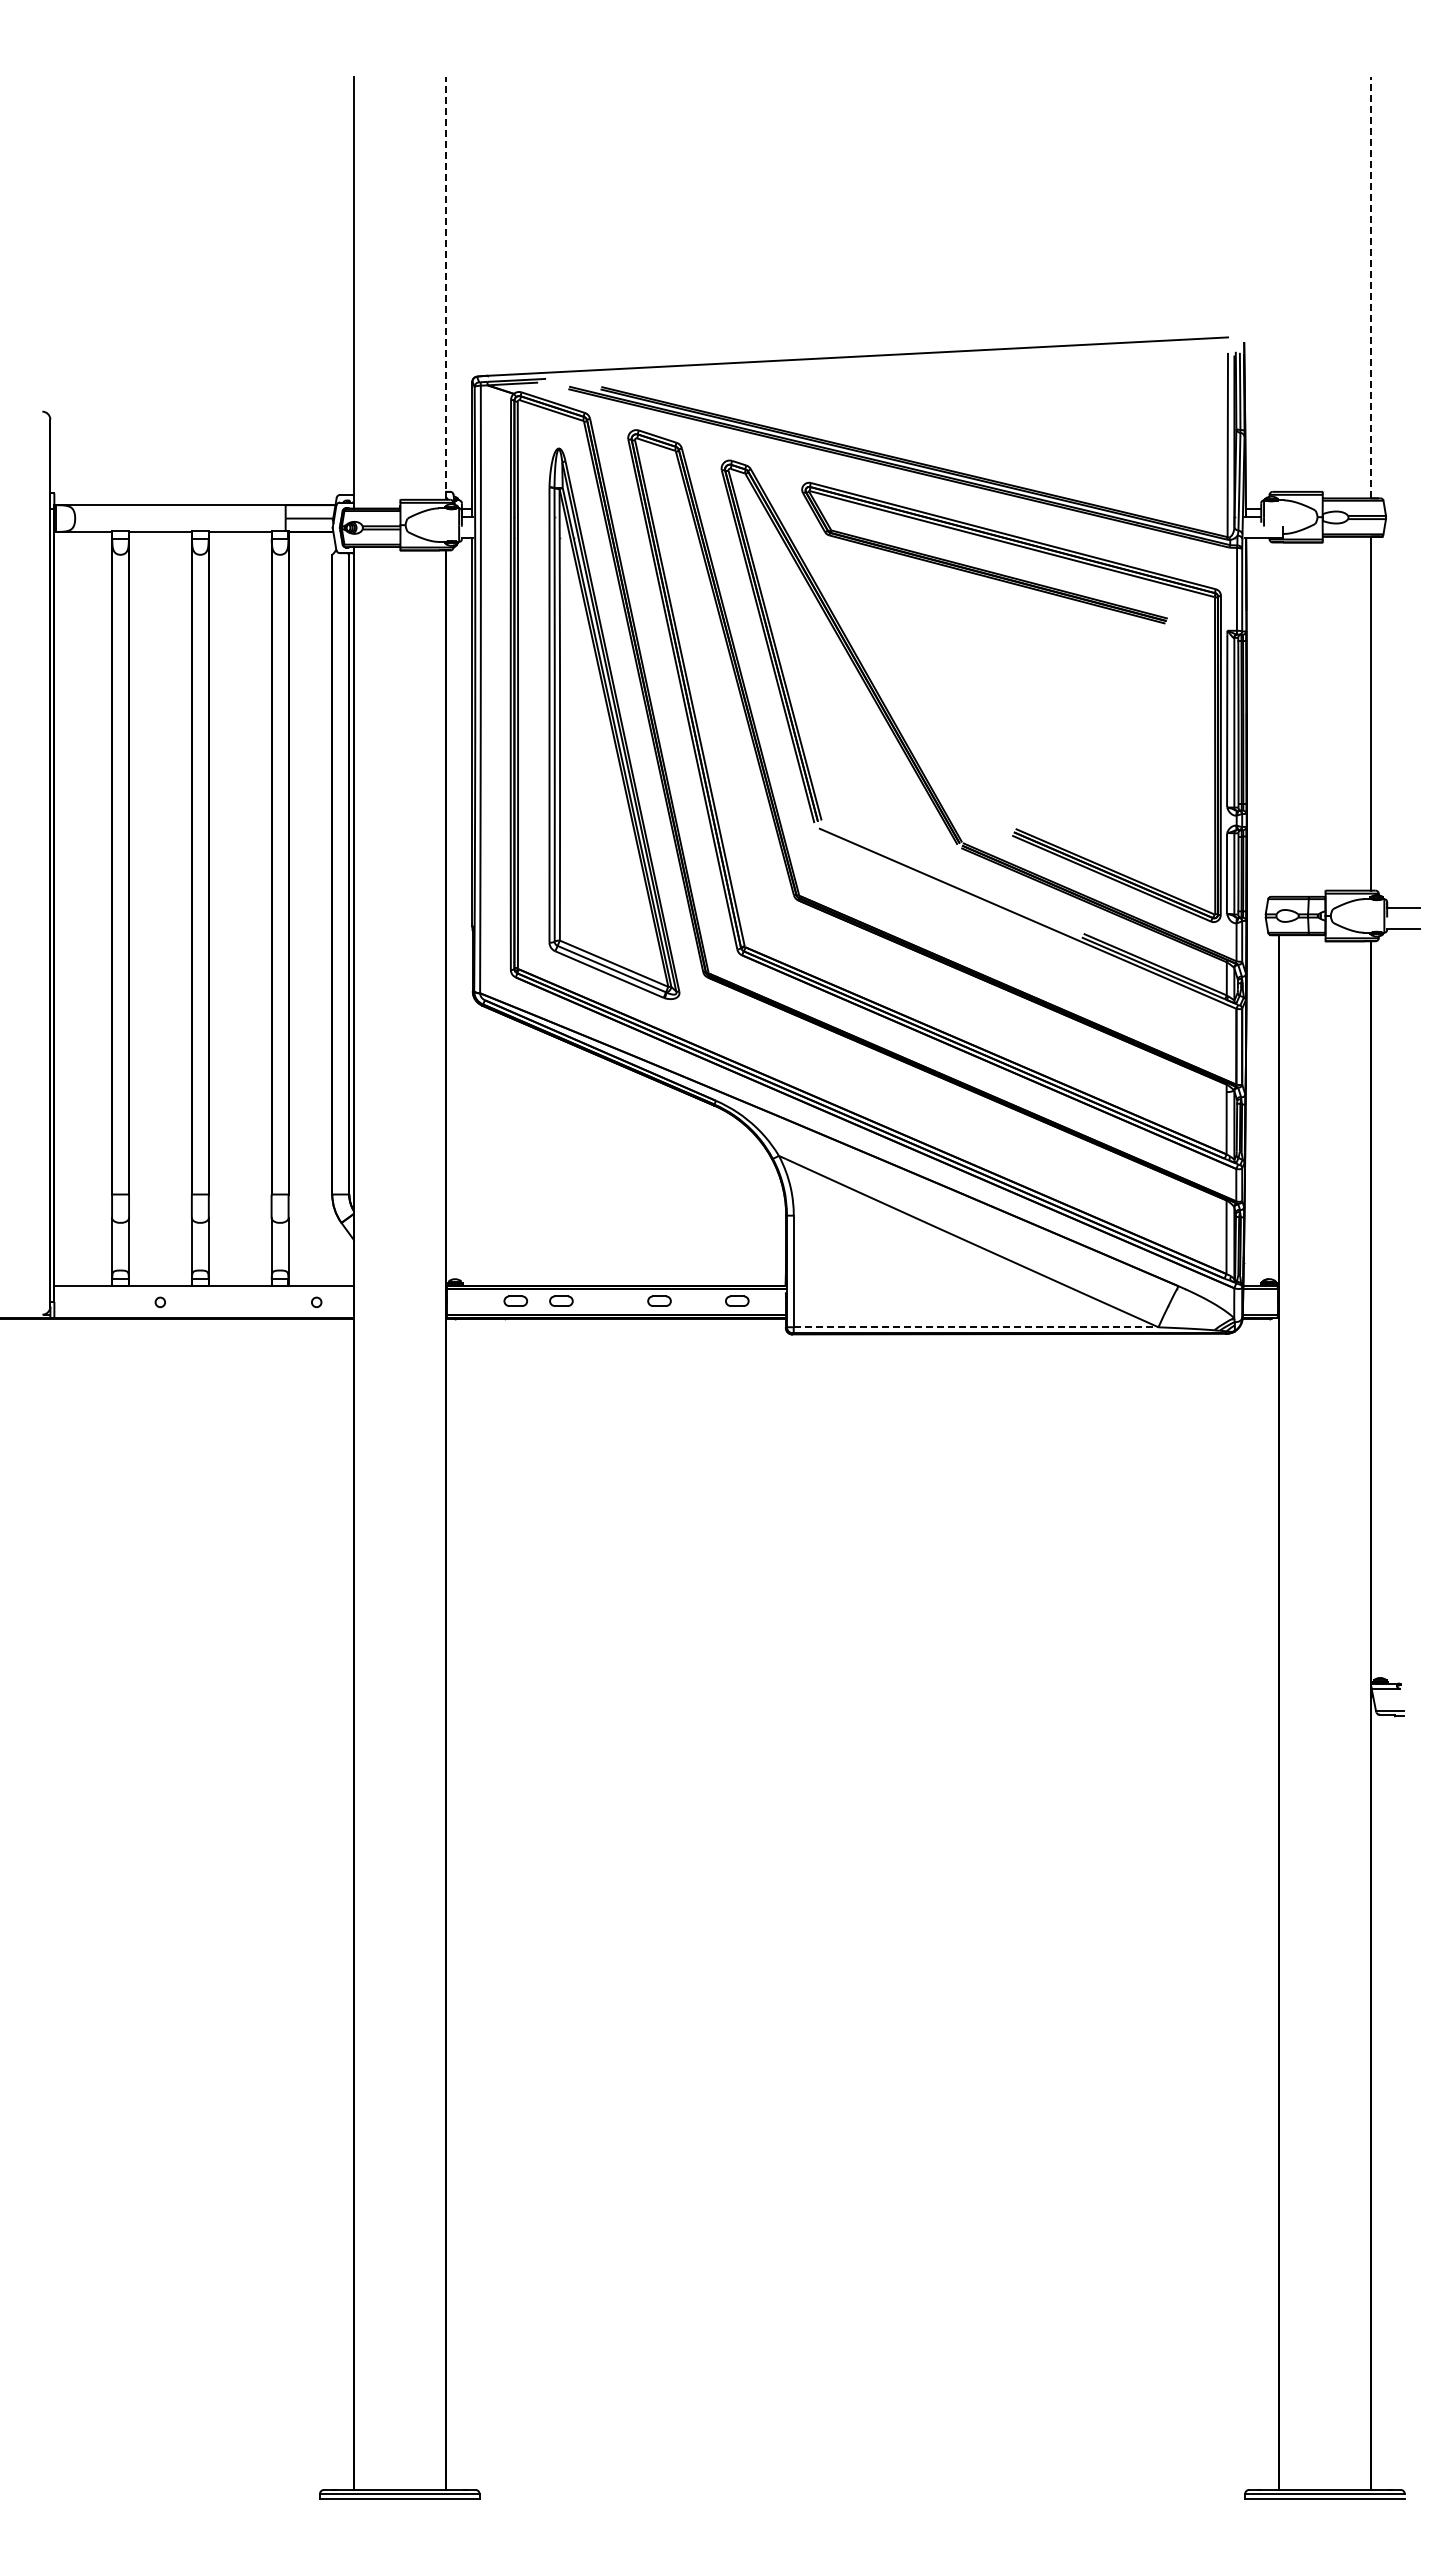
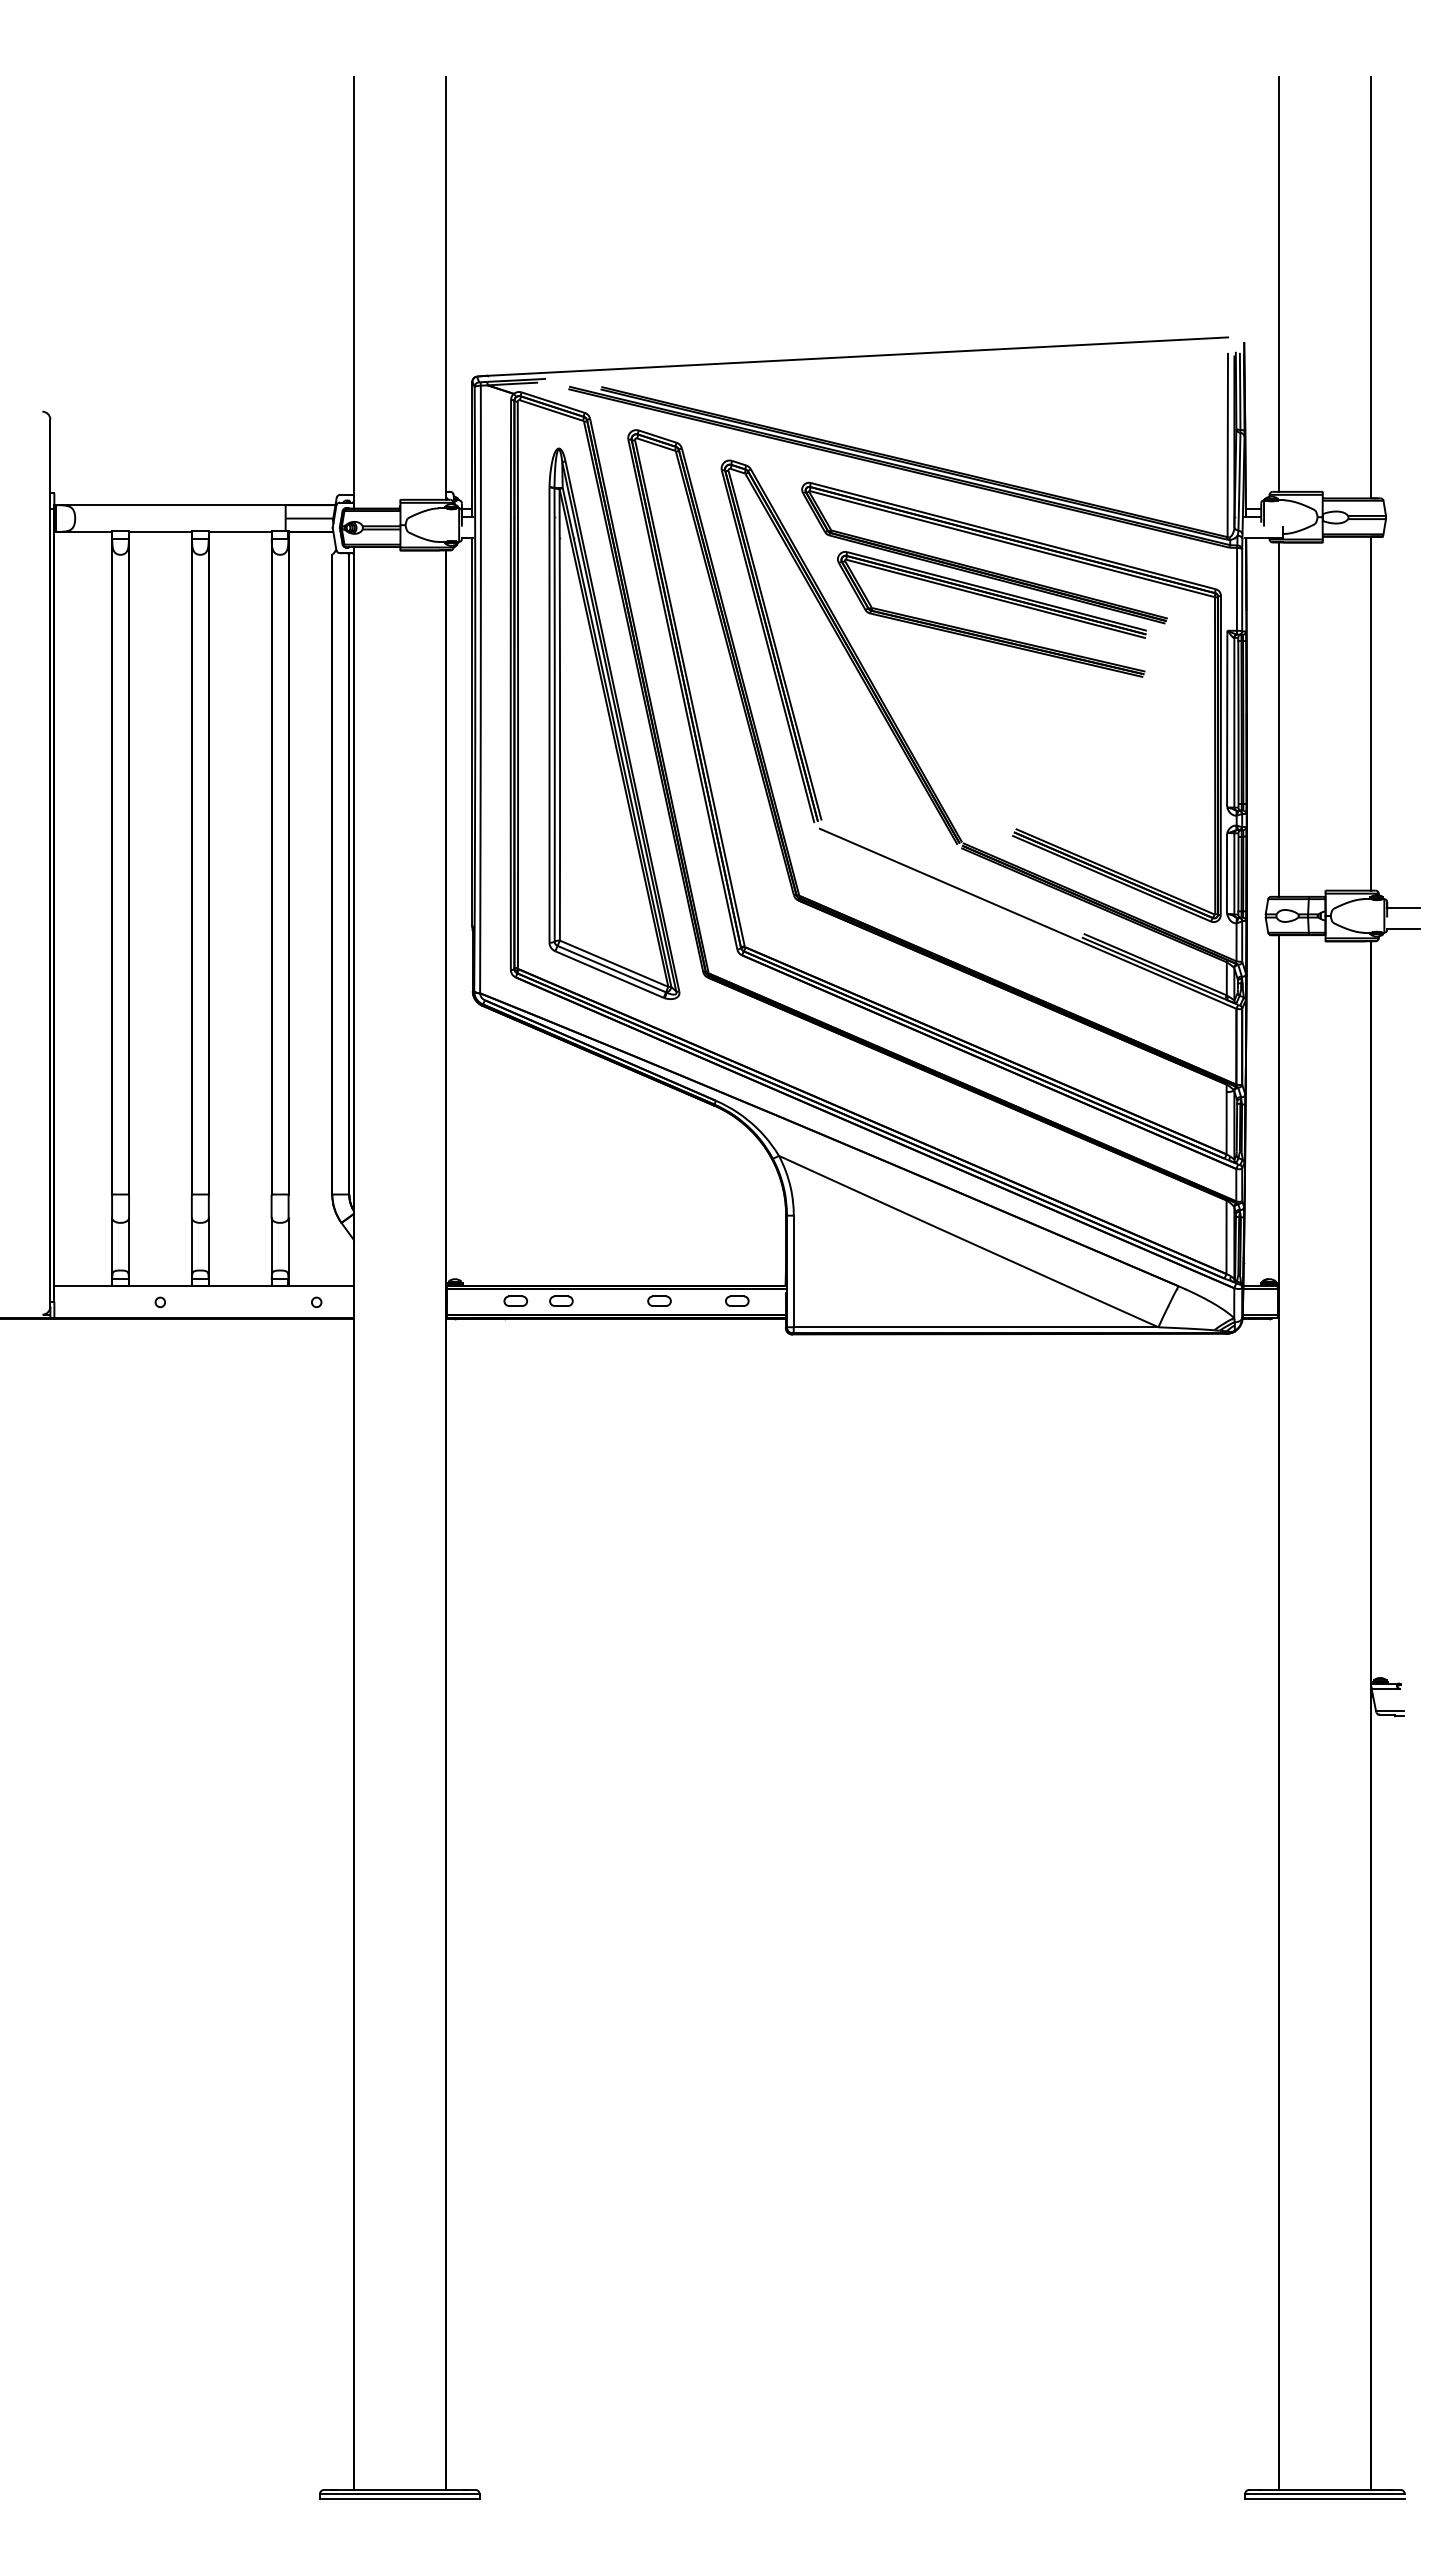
line at (1279, 284): none -> present
line at (1370, 287): dashed -> solid
line at (445, 288): dashed -> solid
part at (993, 599): none -> present
line at (1279, 719): none -> present
line at (976, 1327): dashed -> solid
